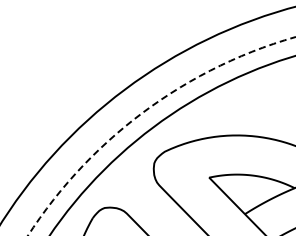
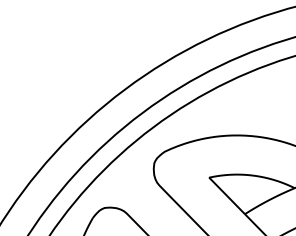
circle at (161, 135): dashed -> solid
